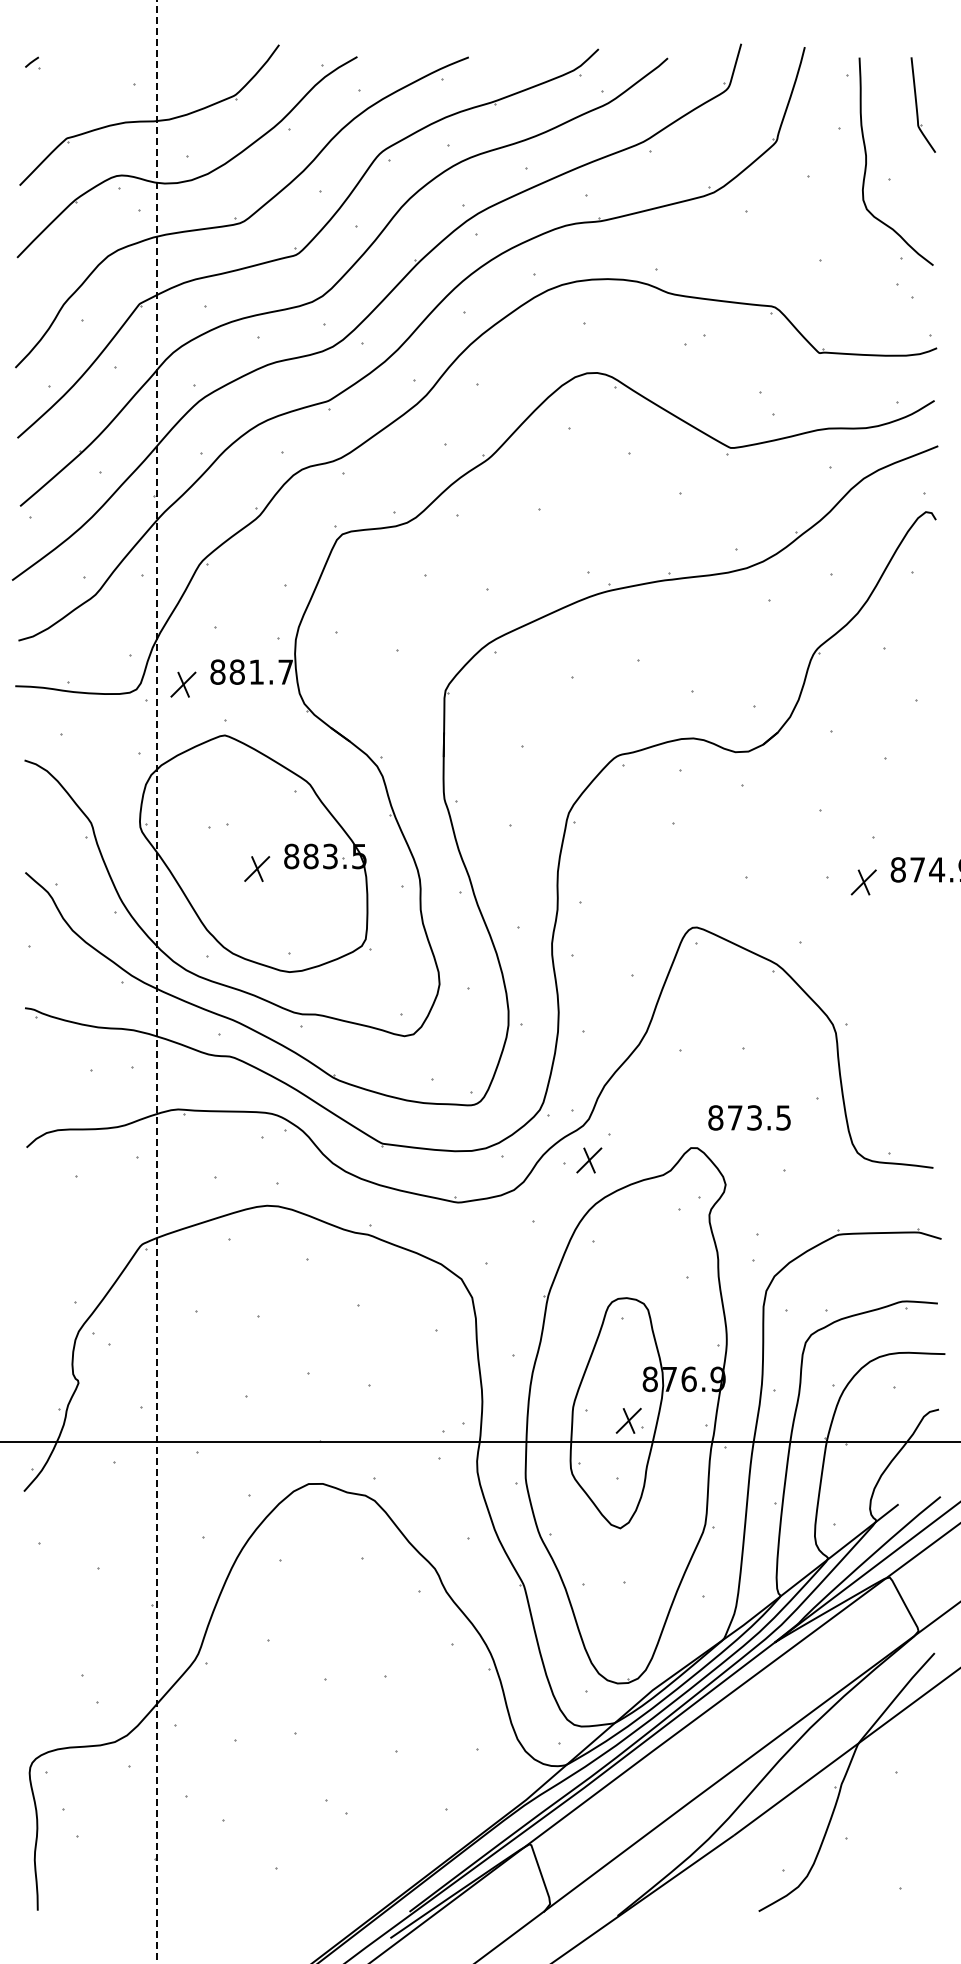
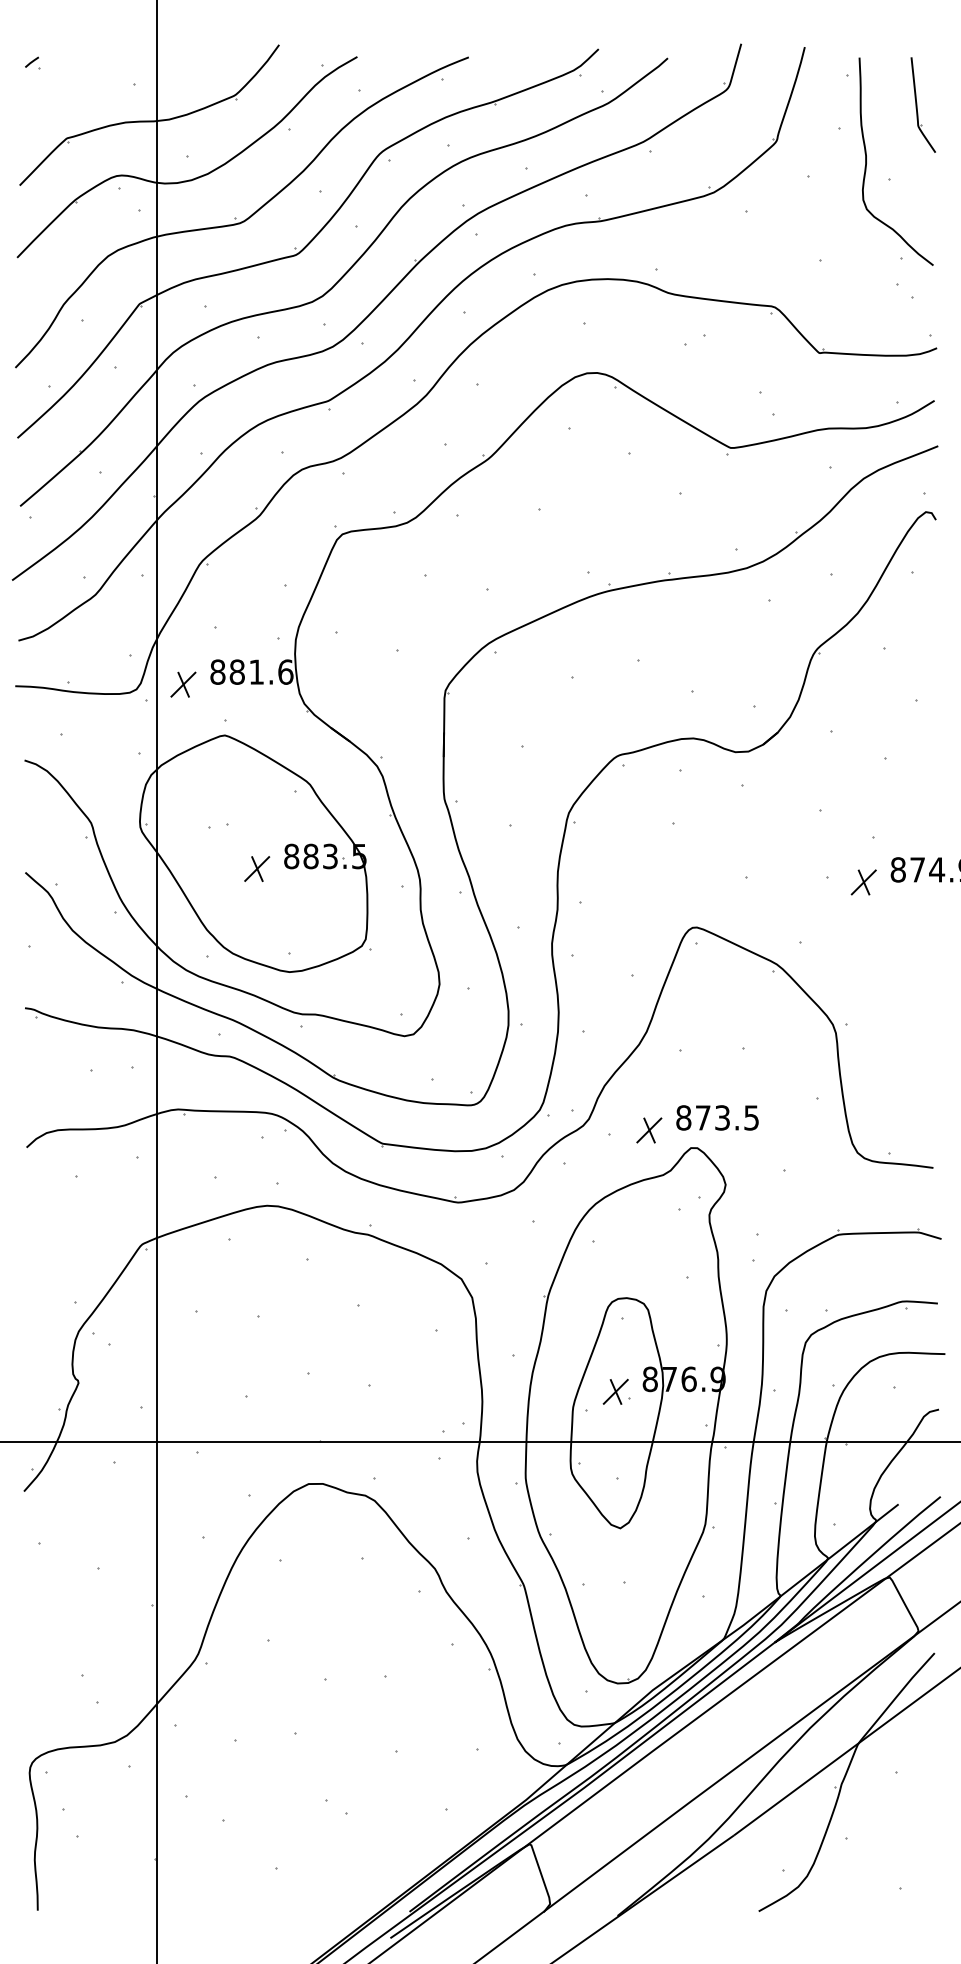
text at (285, 671): 881.7 -> 881.6
line at (156, 982): dashed -> solid
text at (749, 1117) position: (749, 1117) -> (717, 1117)
part at (589, 1160) position: (589, 1160) -> (649, 1130)
part at (629, 1420) position: (629, 1420) -> (616, 1391)
